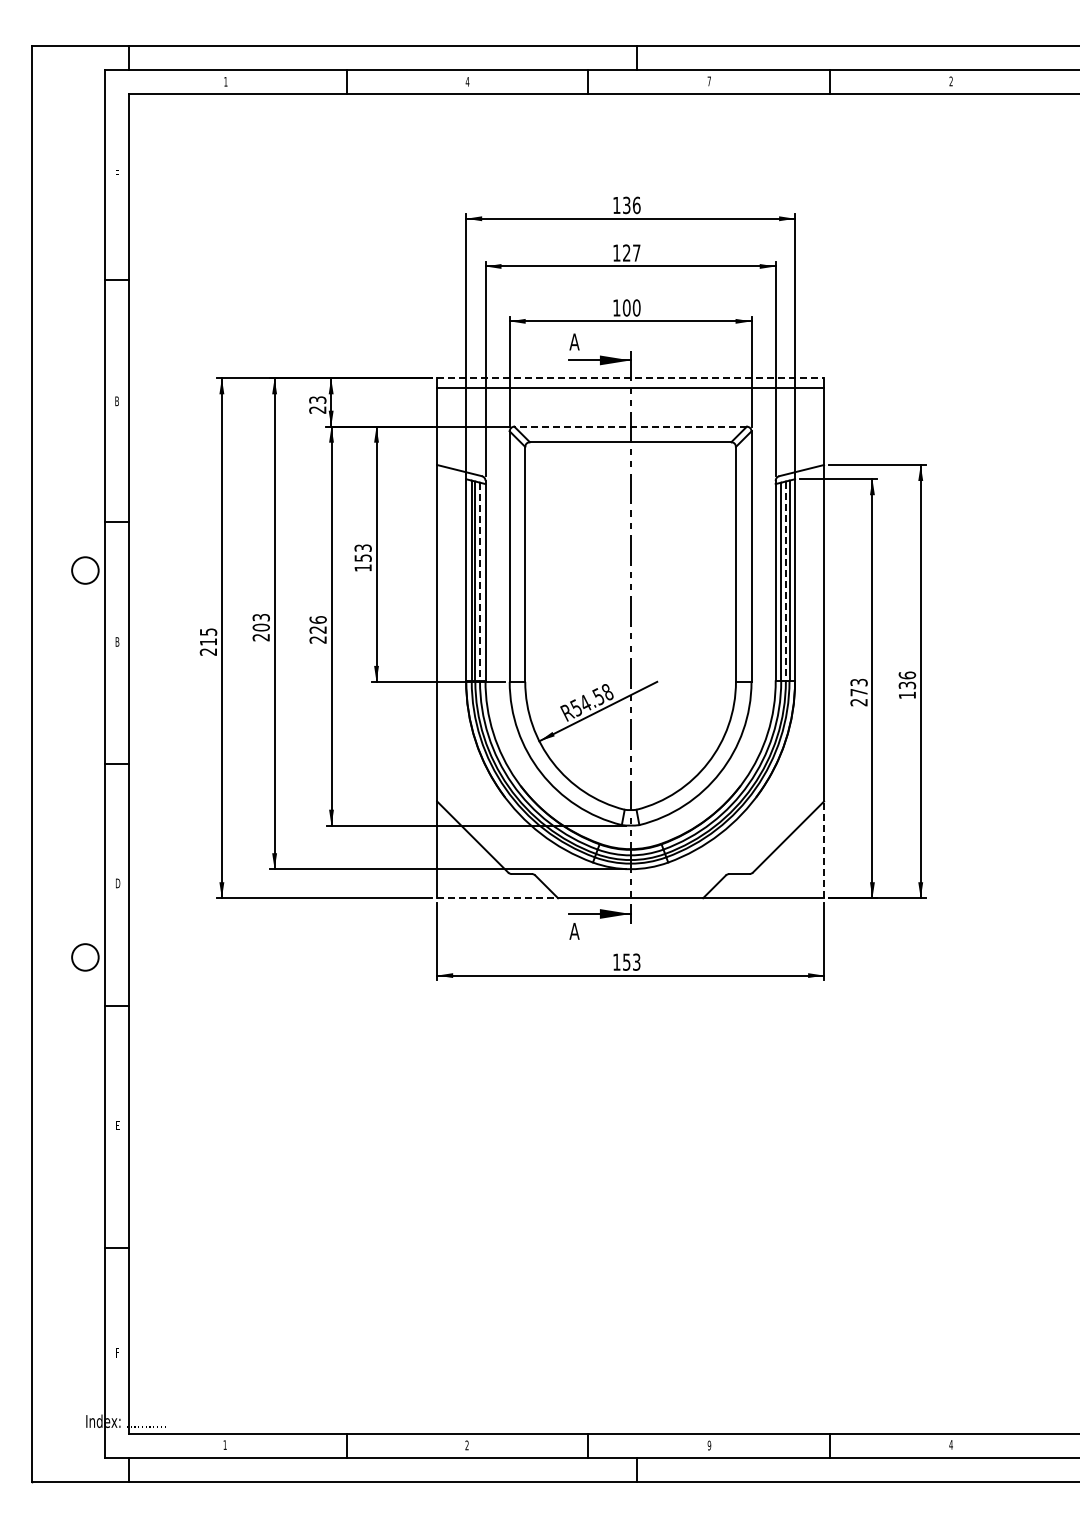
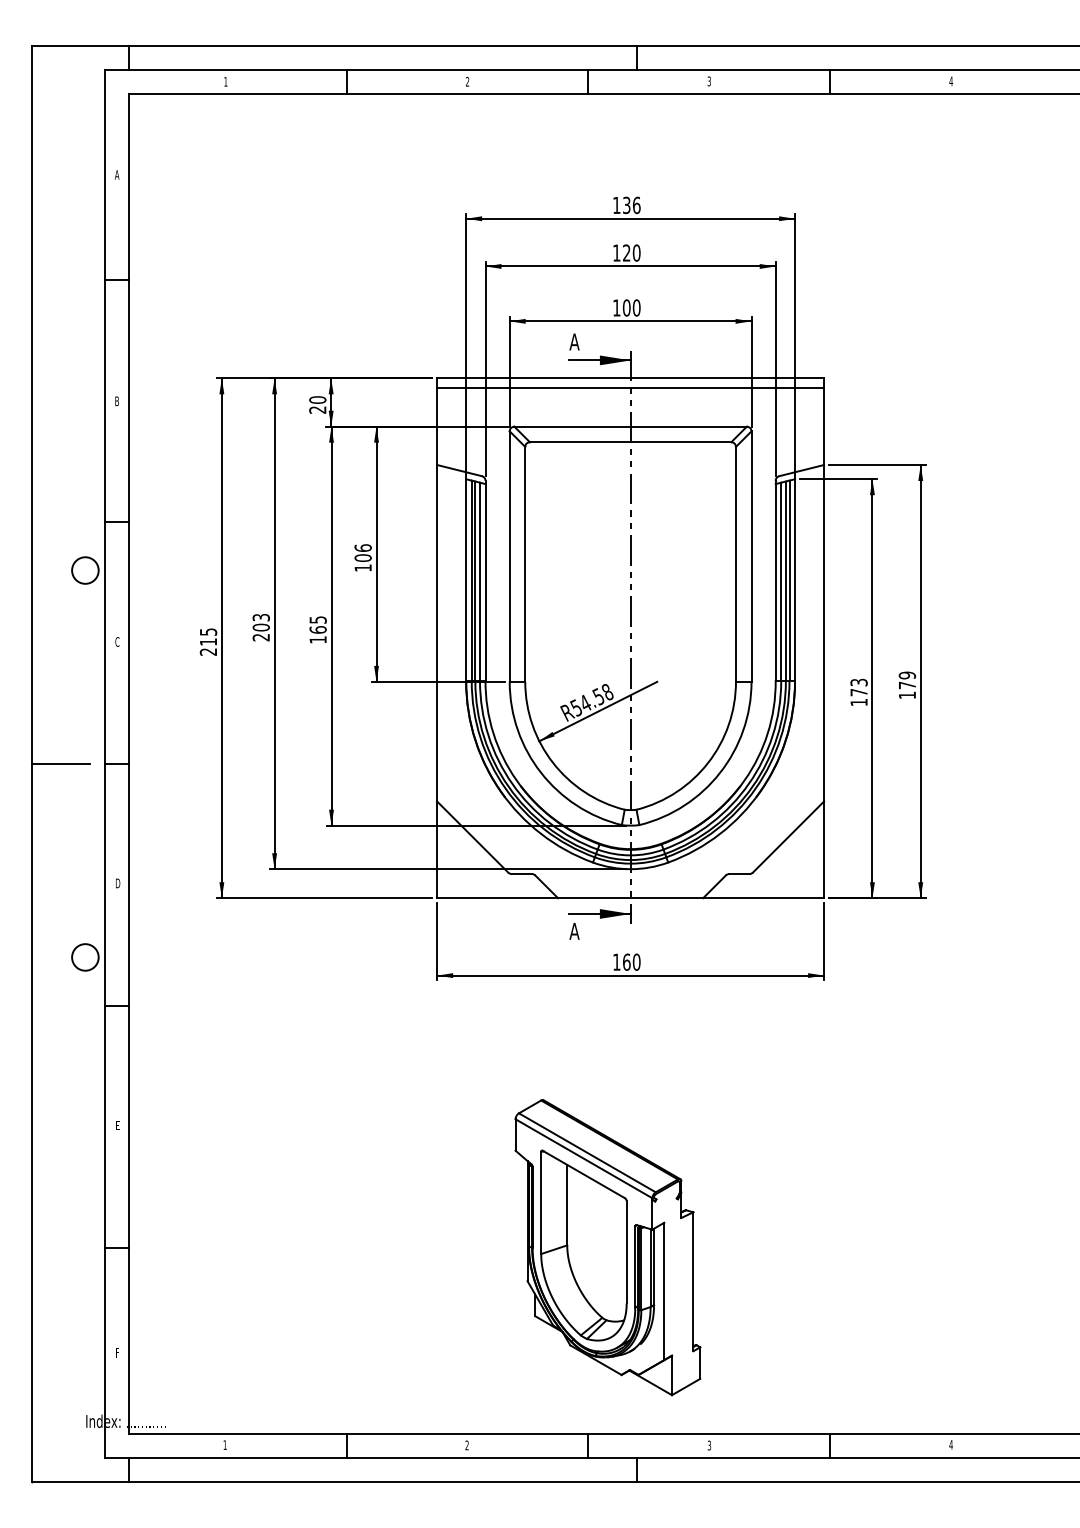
text at (467, 81): 4 -> 2
text at (708, 81): 7 -> 3
text at (951, 81): 2 -> 4
text at (116, 174): F -> A
text at (636, 252): 127 -> 120
line at (631, 378): dashed -> solid
text at (317, 399): 23 -> 20
line at (630, 426): dashed -> solid
text at (362, 552): 153 -> 106
line at (785, 581): dashed -> solid
line at (480, 582): dashed -> solid
text at (317, 629): 226 -> 165
text at (117, 641): B -> C
text at (907, 680): 136 -> 179
text at (858, 702): 273 -> 173
line at (61, 764): none -> present
line at (824, 849): dashed -> solid
line at (498, 898): dashed -> solid
text at (631, 961): 153 -> 160
part at (607, 1247): none -> present
text at (709, 1444): 9 -> 3
